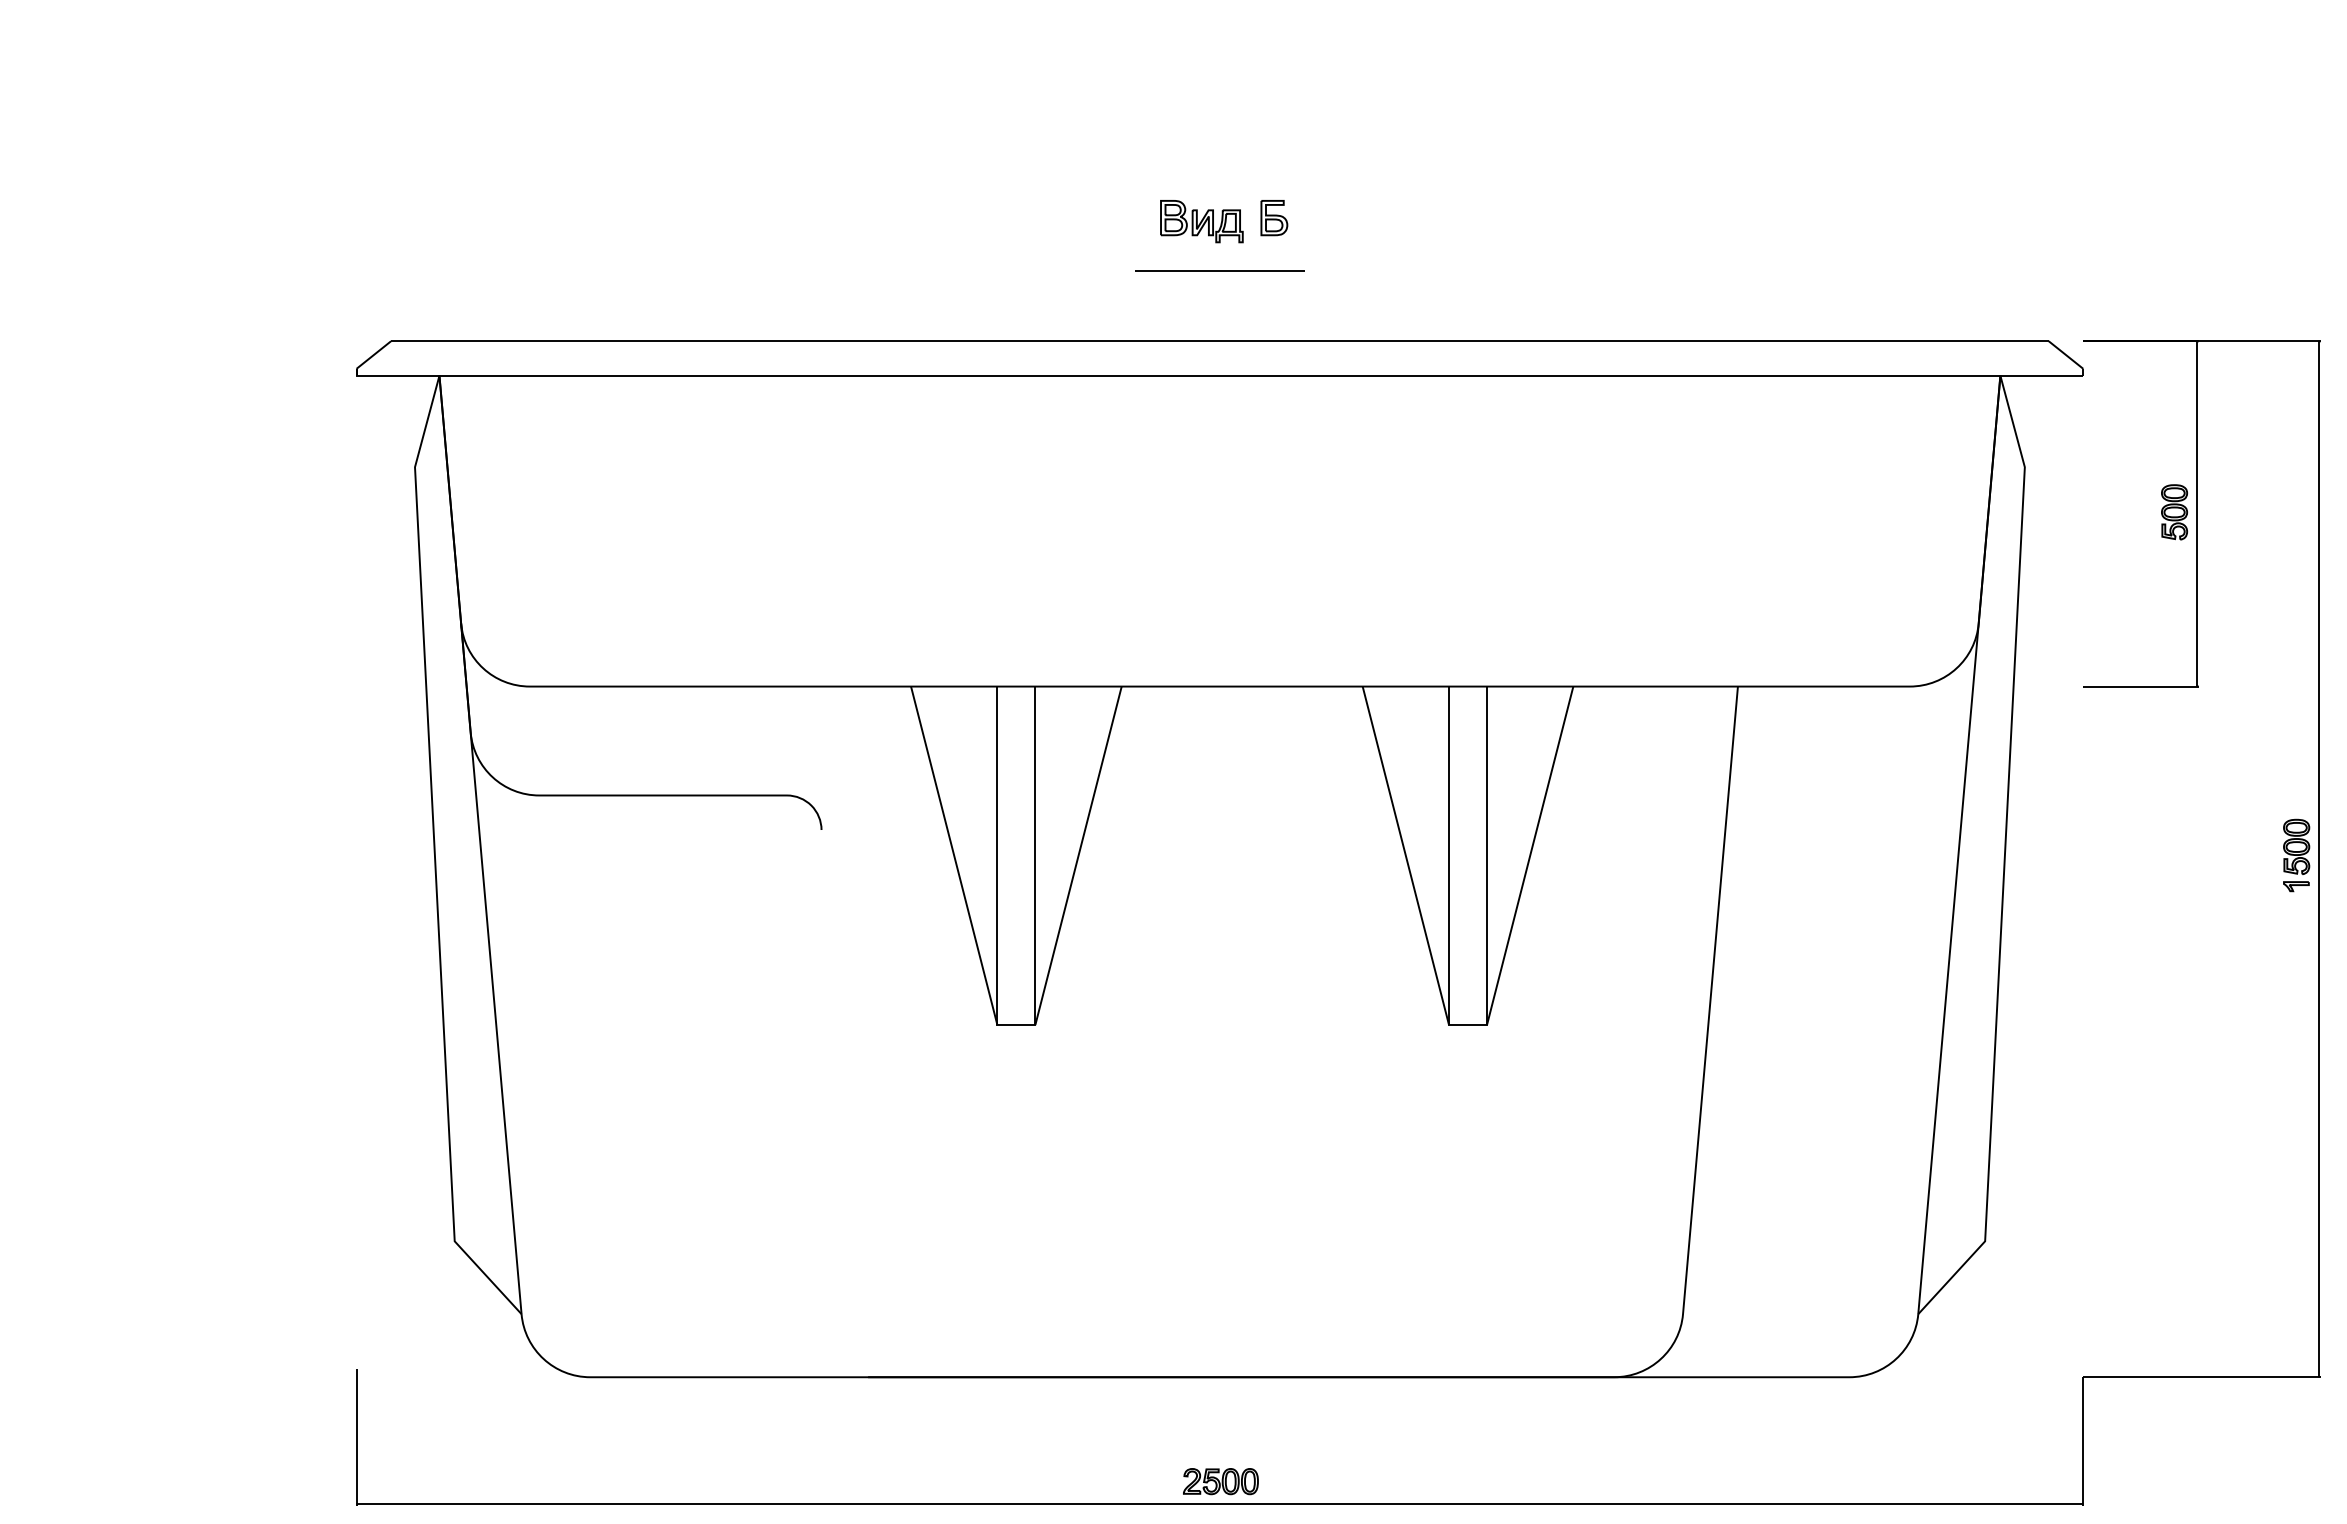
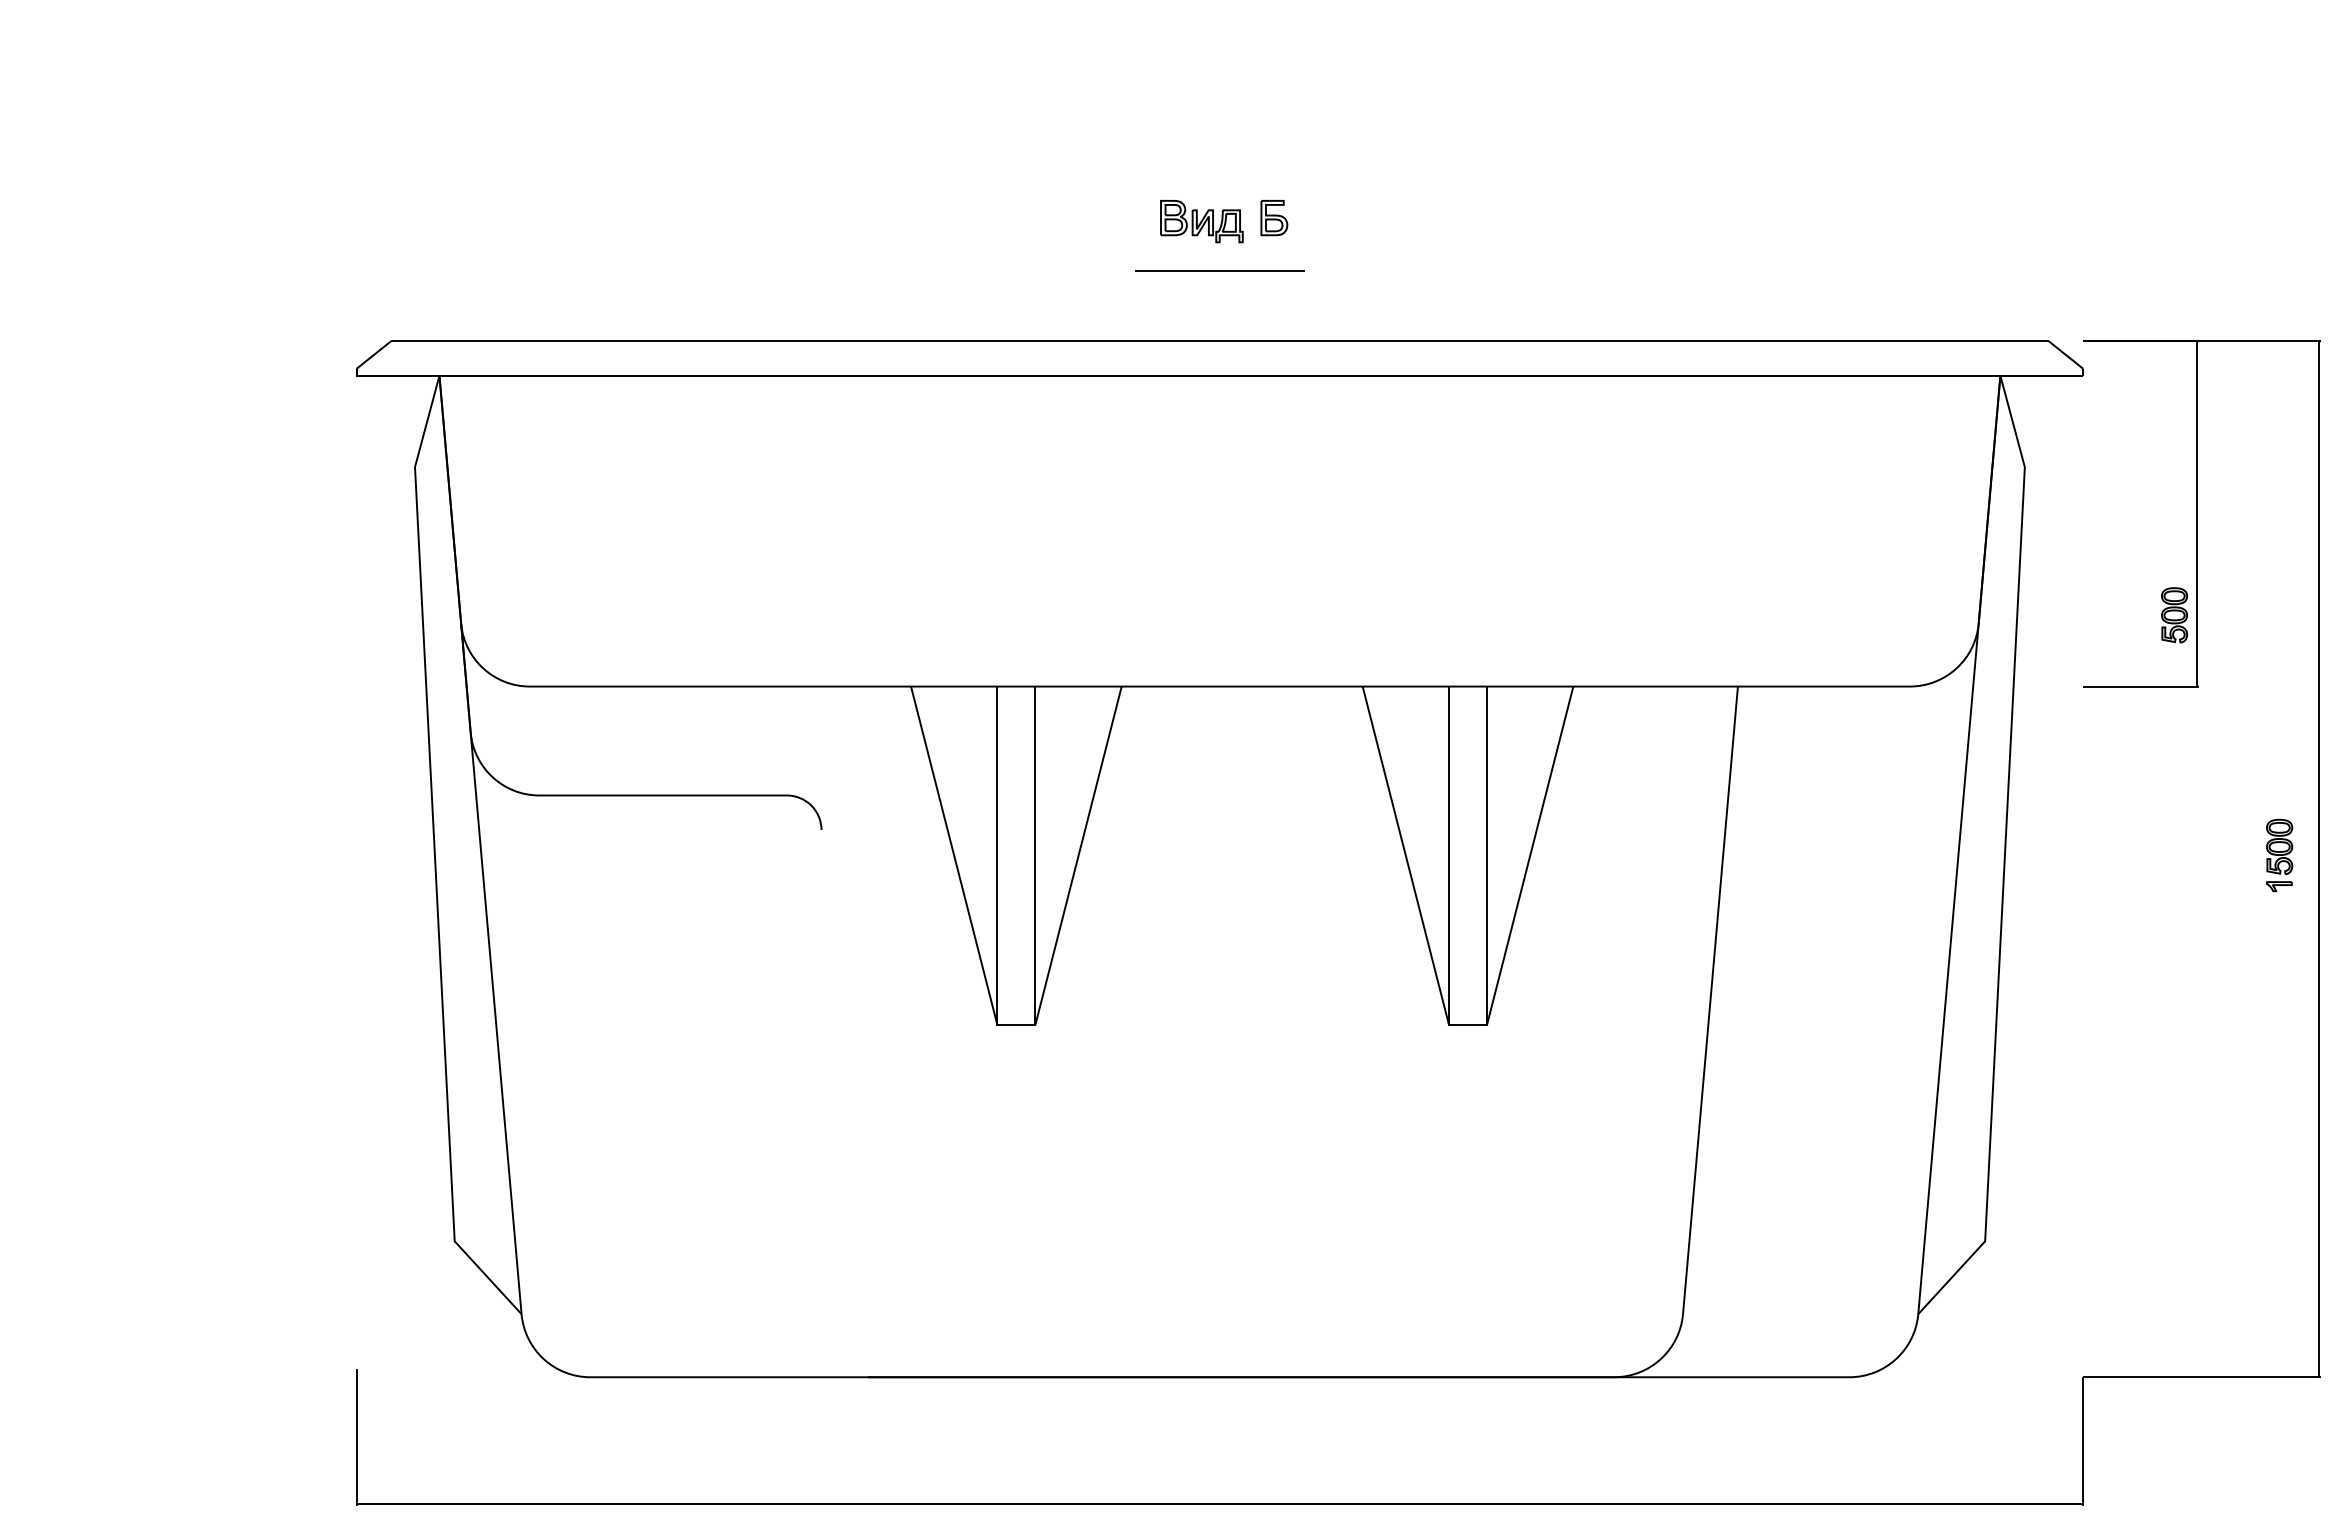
part at (2174, 512) position: (2174, 512) -> (2174, 615)
part at (2296, 855) position: (2296, 855) -> (2279, 855)
part at (1220, 1481): present -> none
